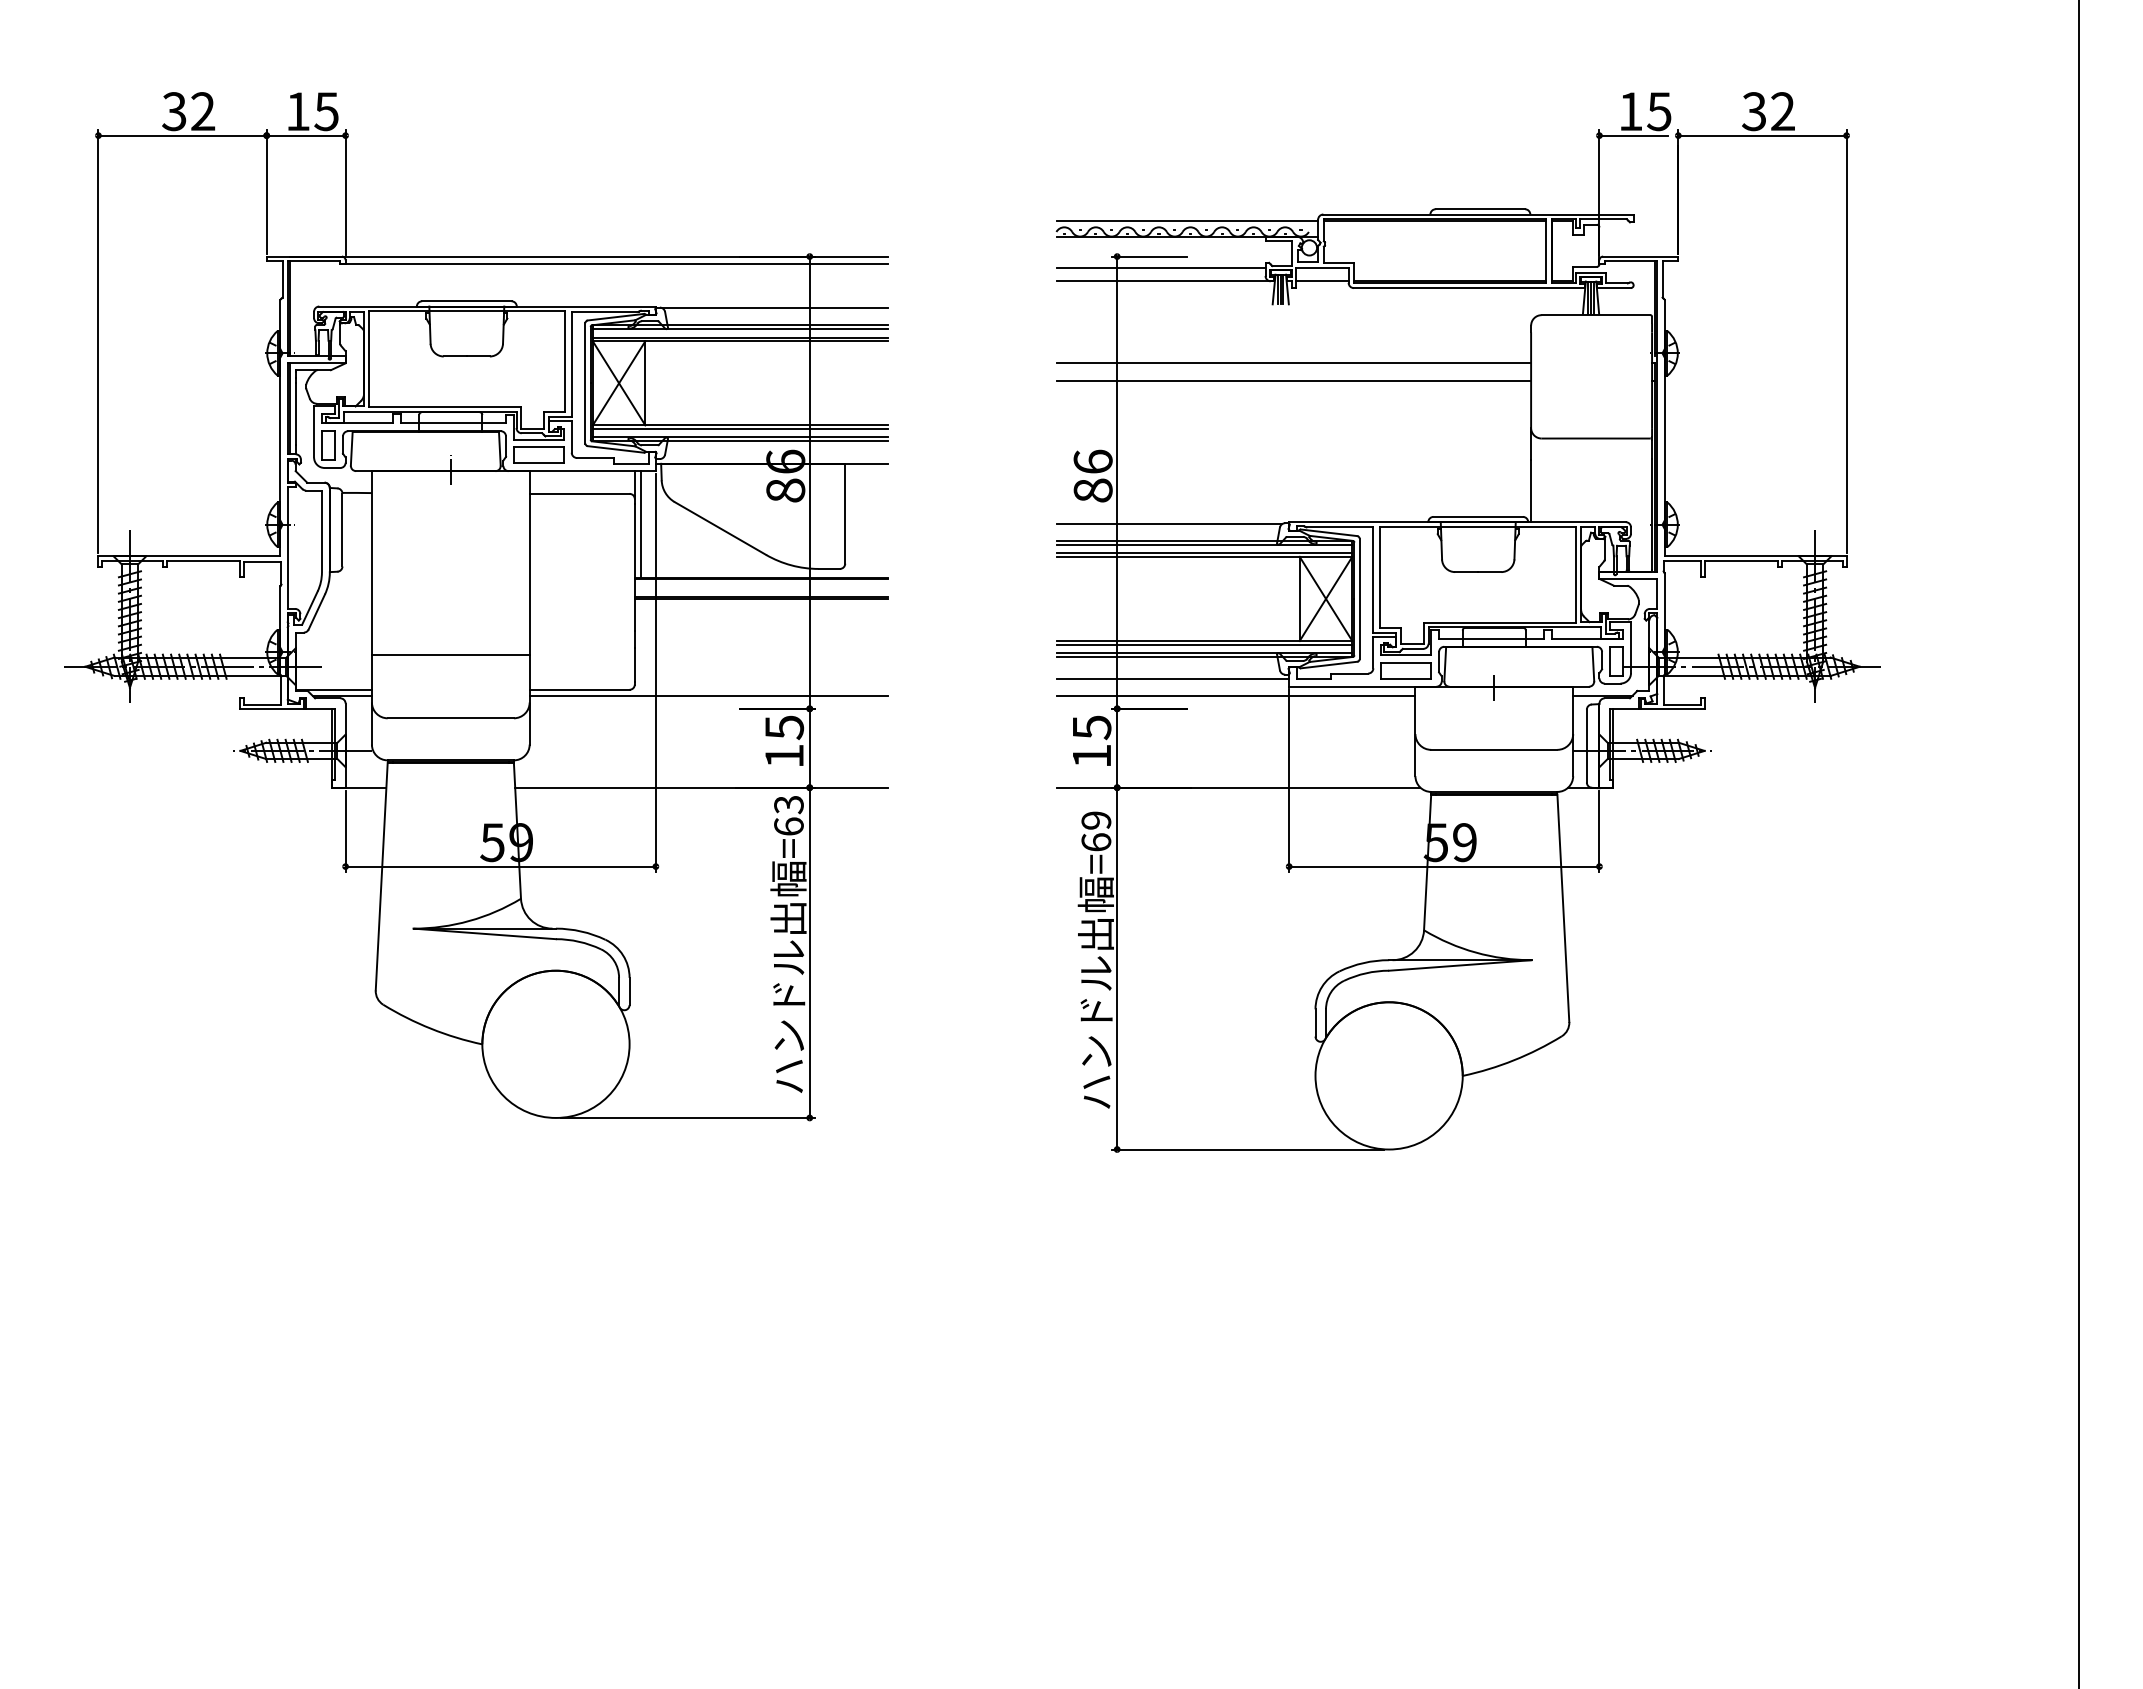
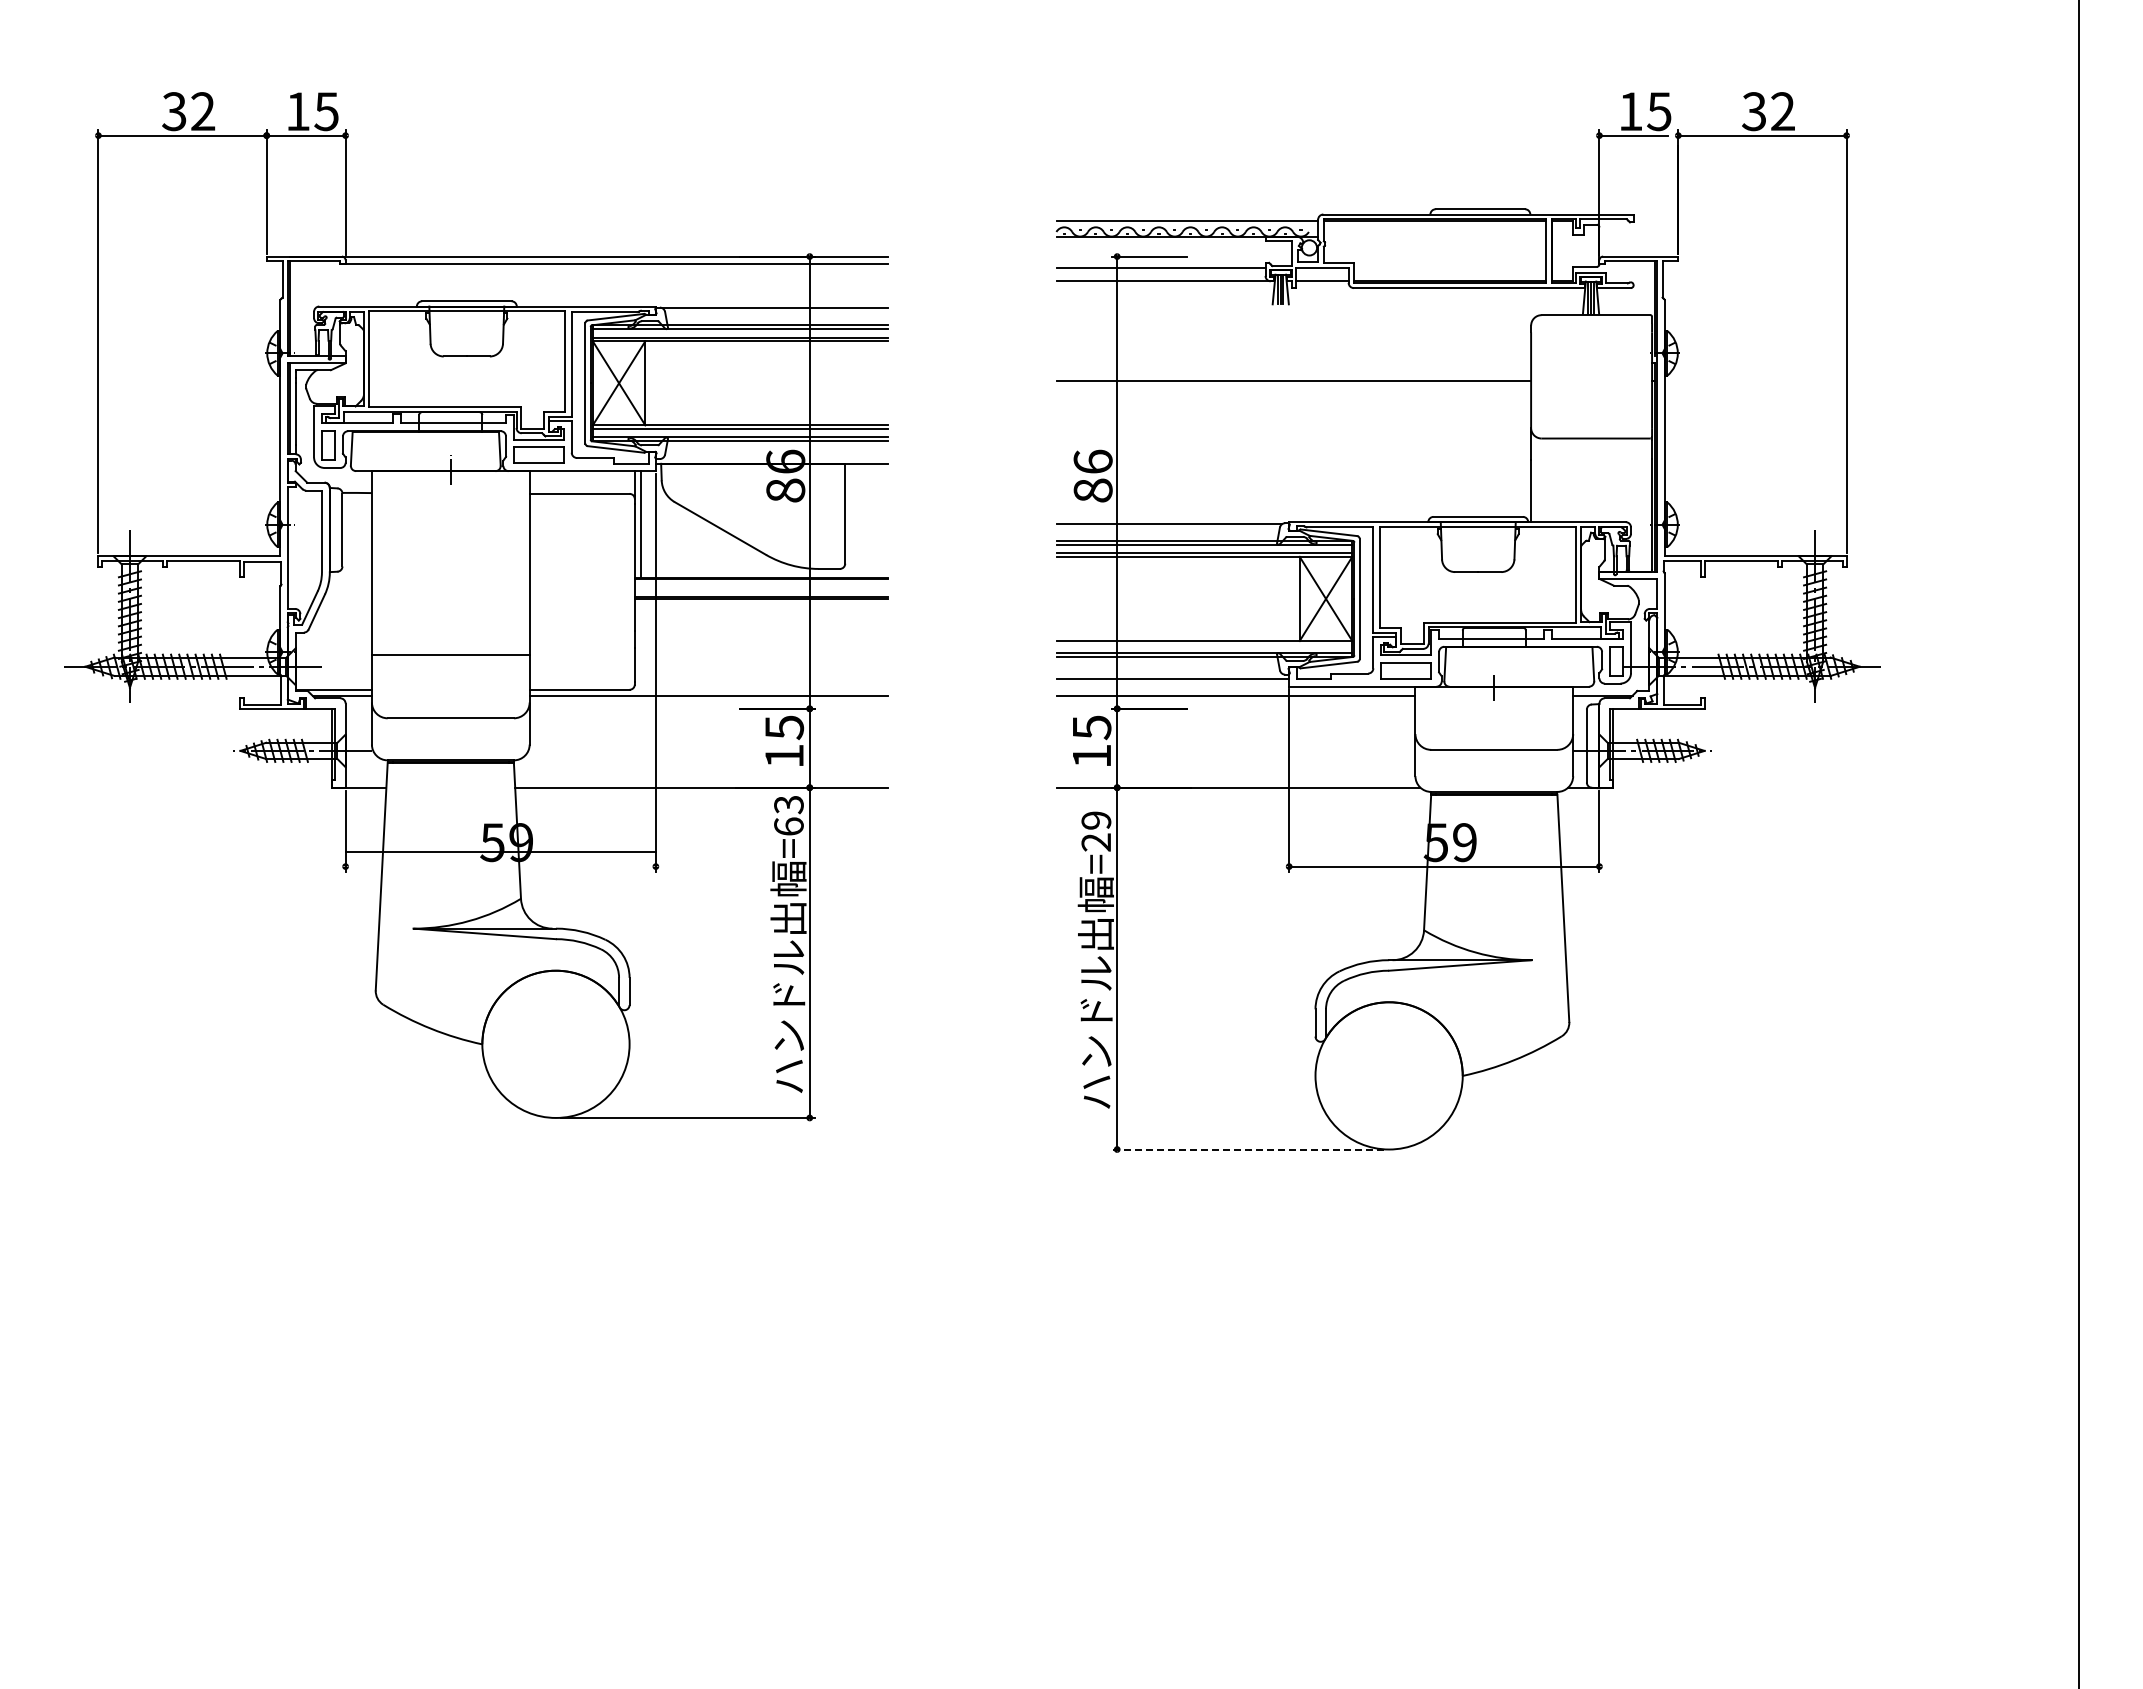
line at (1293, 363): present -> none
line at (1204, 644): present -> none
text at (1096, 842): =69 -> =29
line at (500, 866) position: (500, 866) -> (500, 851)
line at (1247, 1149): solid -> dashed
